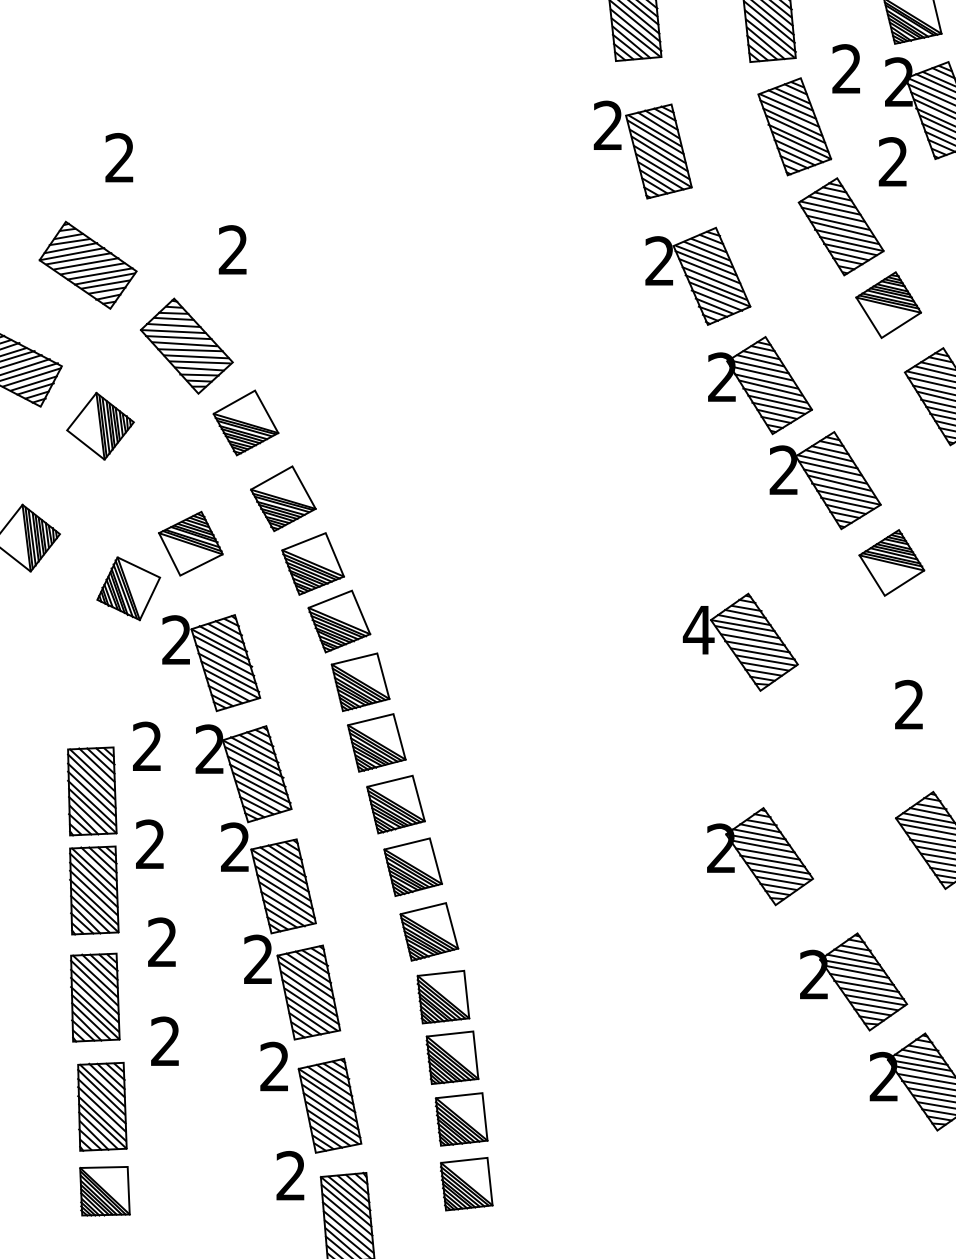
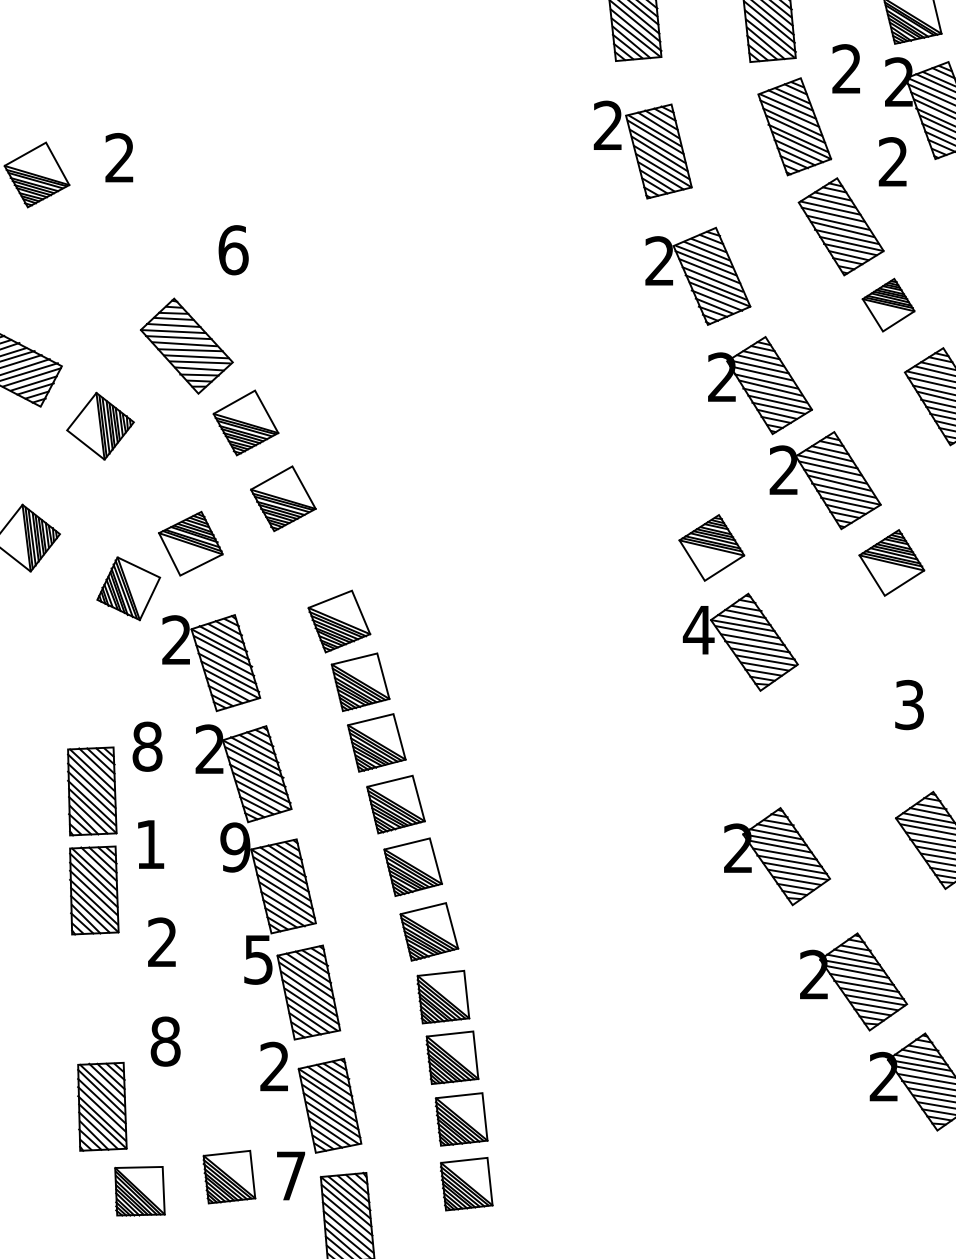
part at (36, 174): none -> present
text at (233, 250): 2 -> 6
part at (87, 264): present -> none
part at (888, 305) size: 67x69 px -> 55x56 px
part at (711, 547): none -> present
part at (312, 563): present -> none
text at (909, 705): 2 -> 3
text at (147, 746): 2 -> 8
text at (150, 843): 2 -> 1
text at (235, 847): 2 -> 9
part at (760, 856) position: (760, 856) -> (777, 856)
text at (258, 959): 2 -> 5
part at (95, 997): present -> none
text at (165, 1041): 2 -> 8
text at (290, 1175): 2 -> 7
part at (229, 1176): none -> present
part at (104, 1191) position: (104, 1191) -> (139, 1191)
